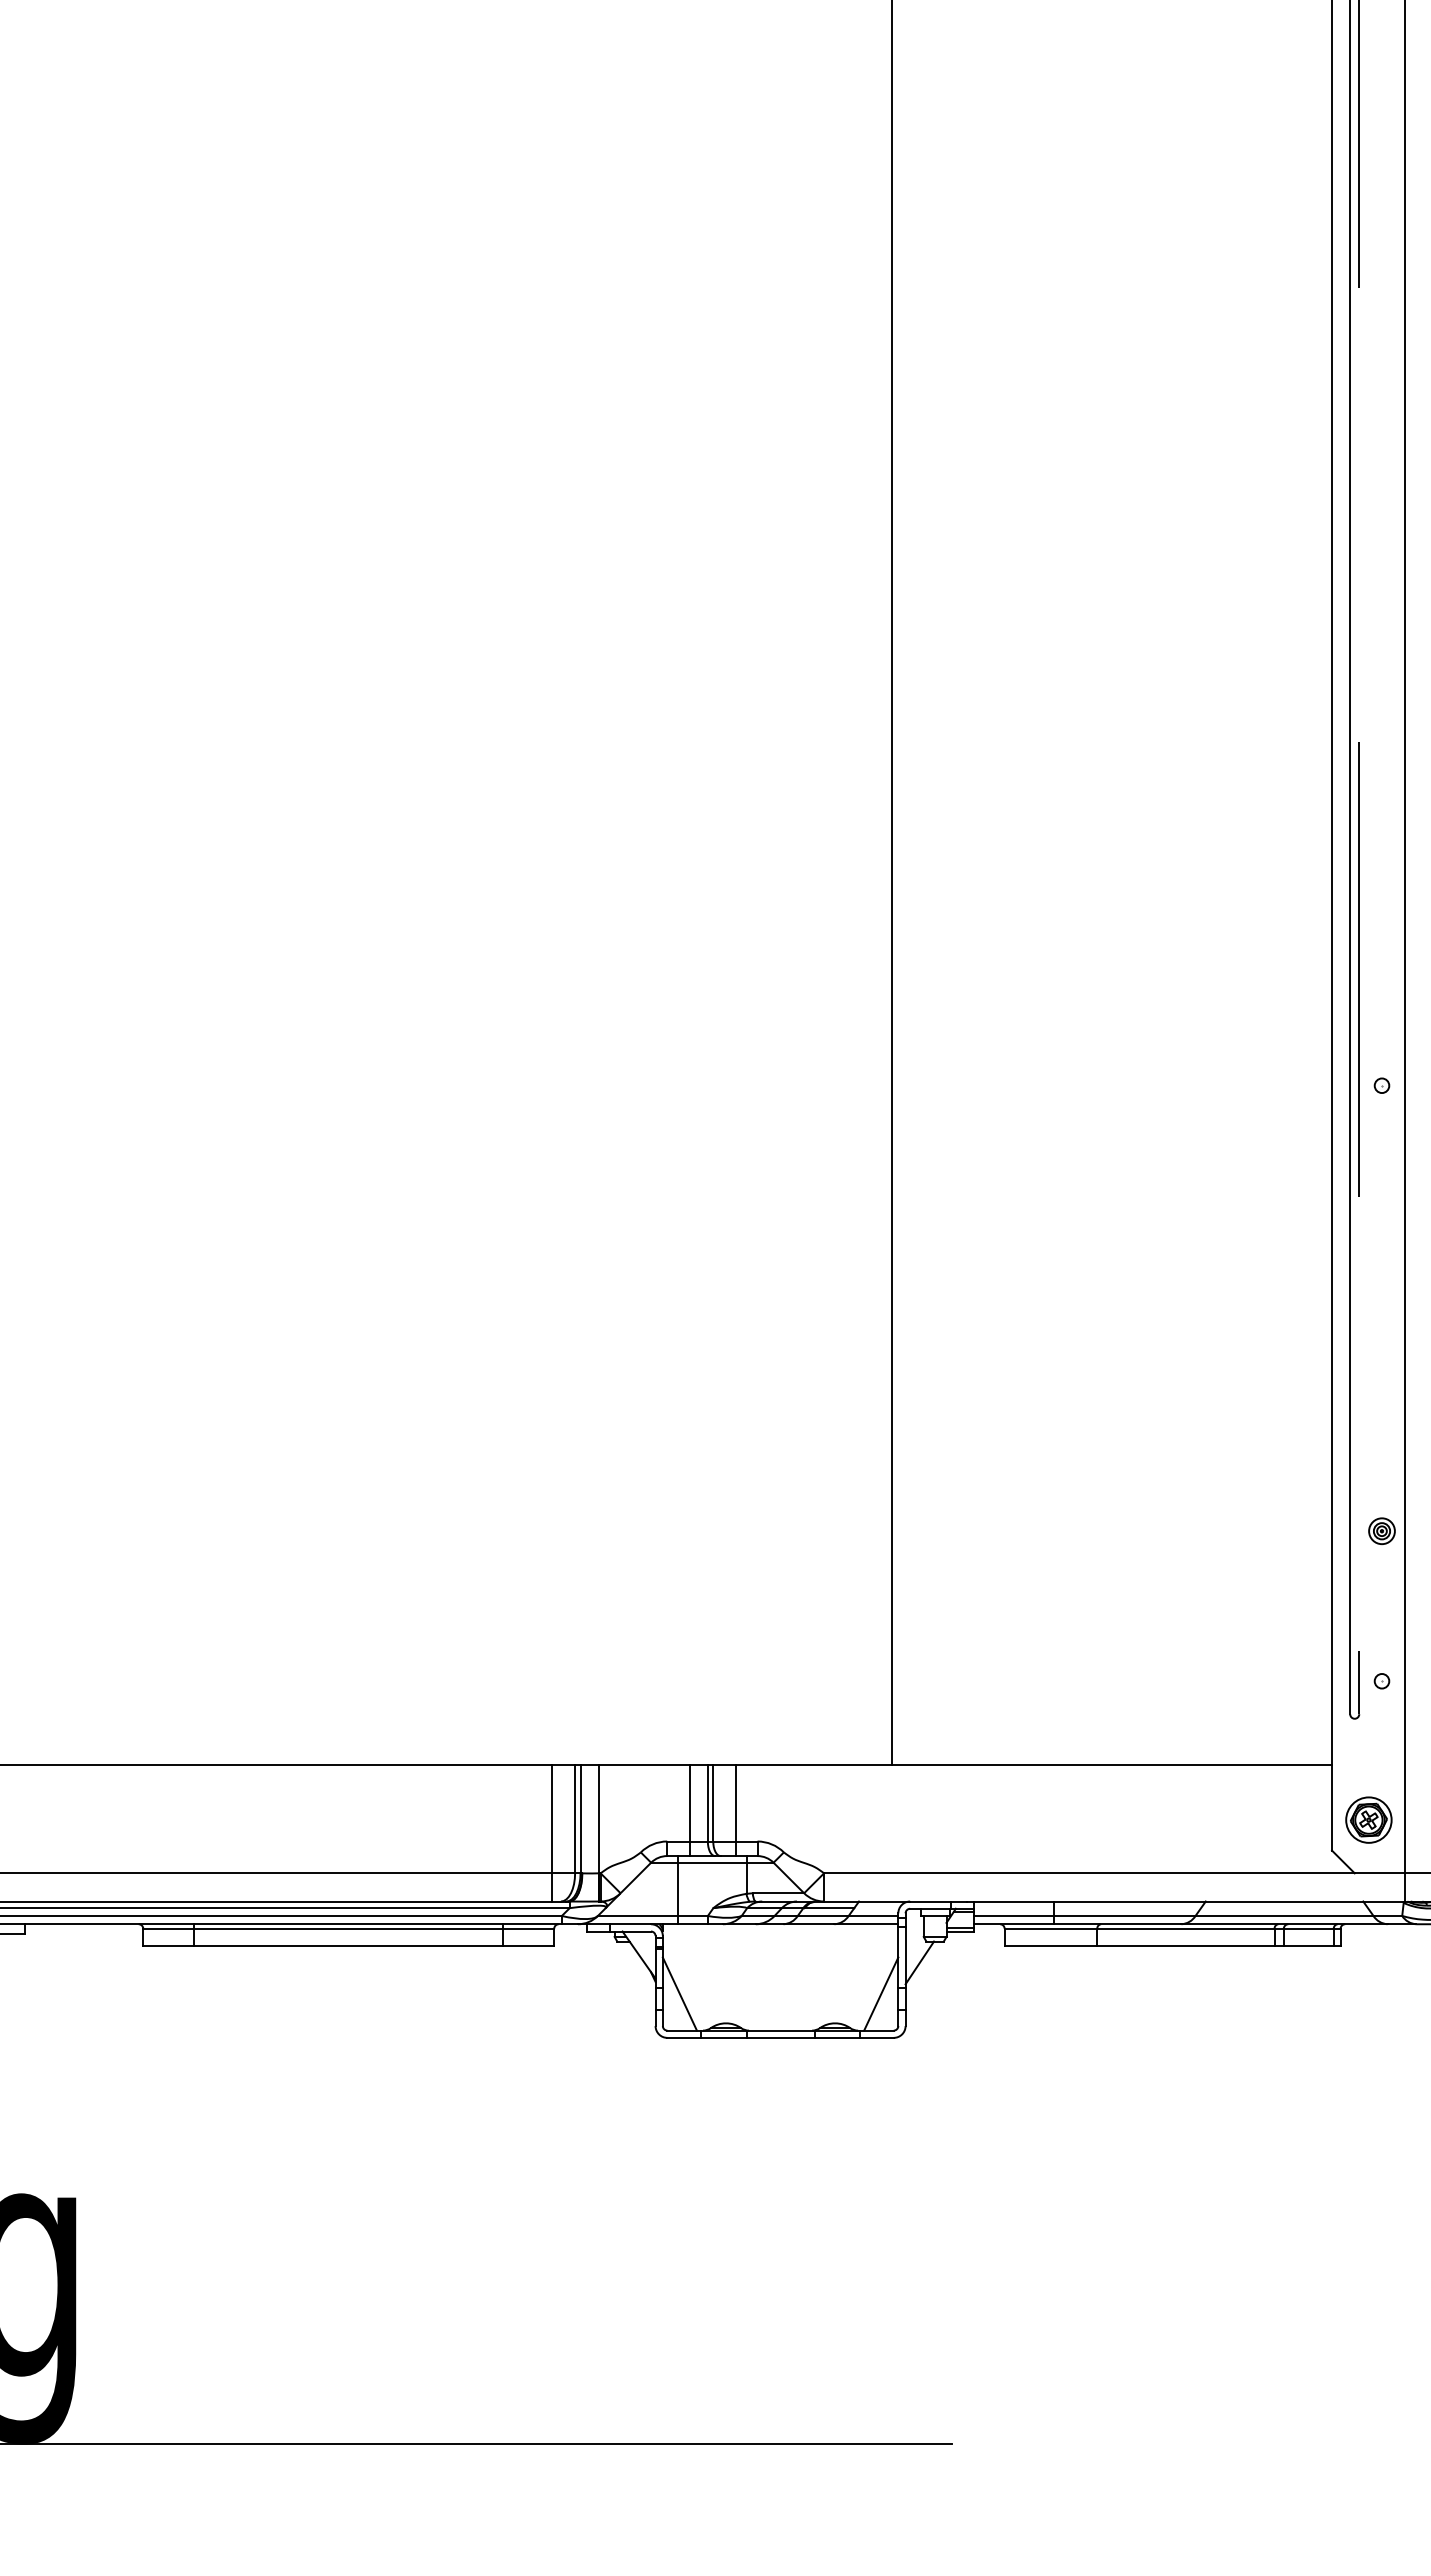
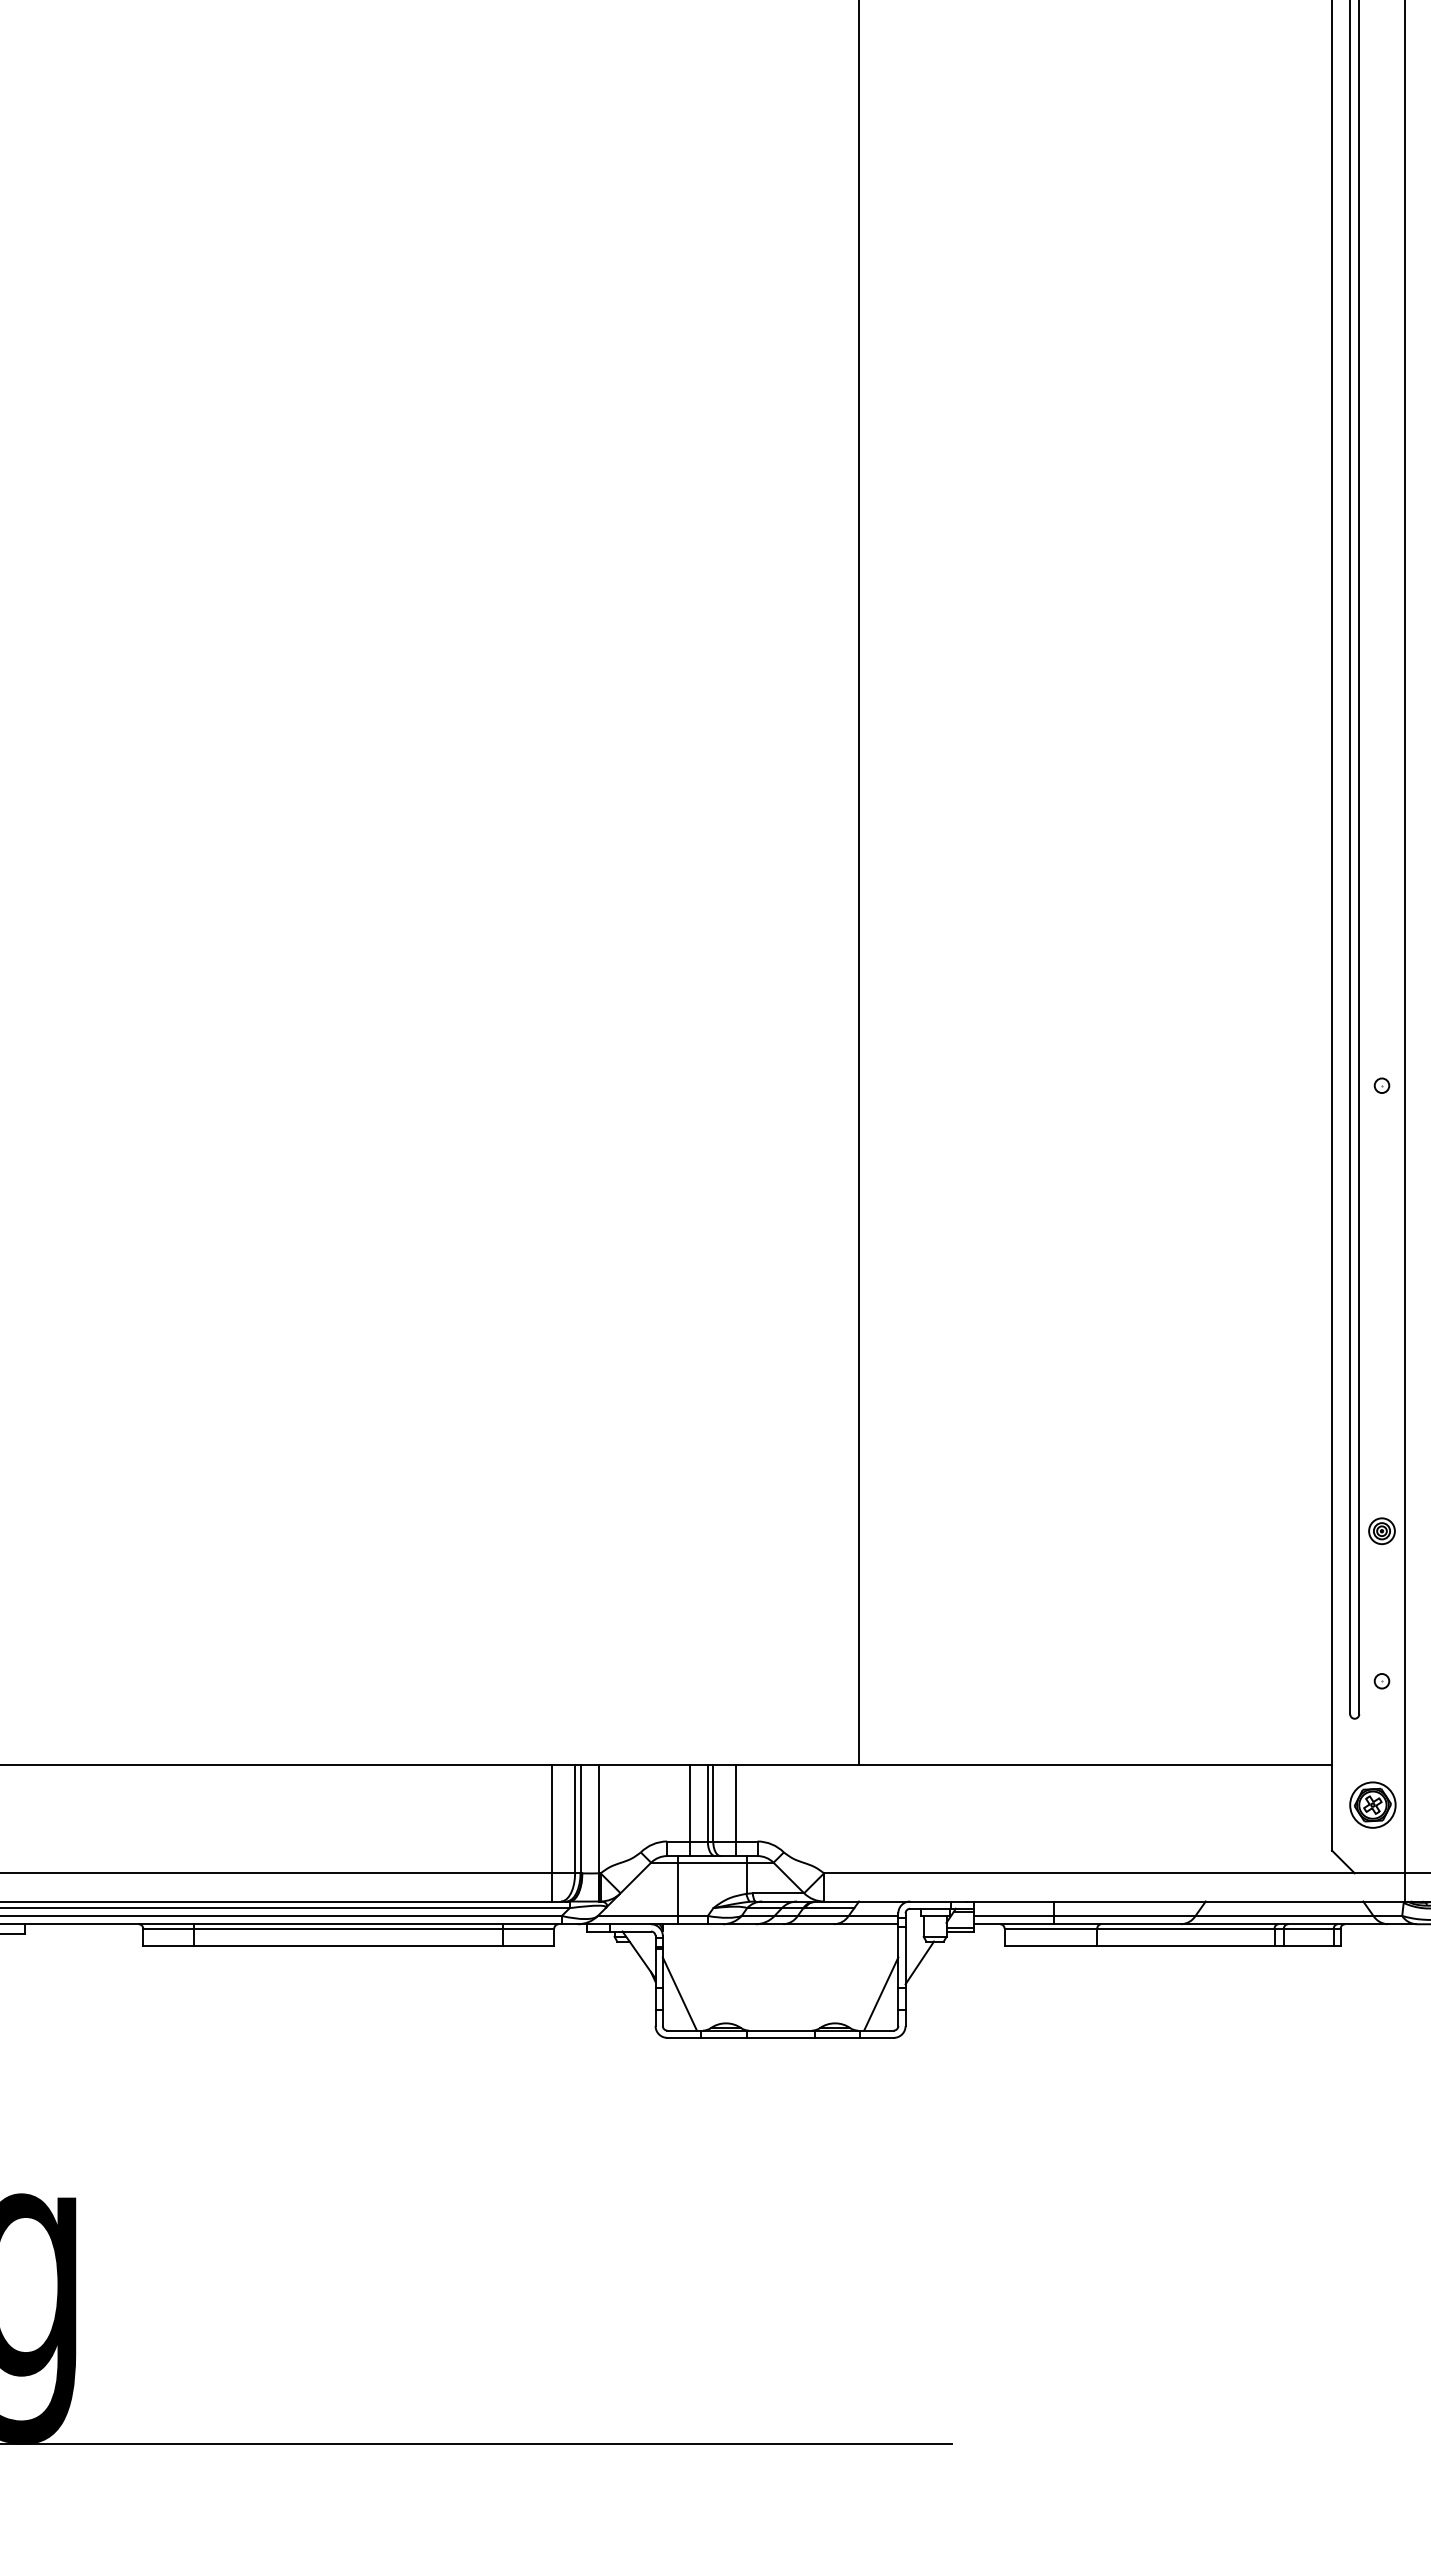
line at (1359, 858): dashed -> solid
line at (892, 883) position: (892, 883) -> (859, 883)
part at (1368, 1819) position: (1368, 1819) -> (1372, 1804)
